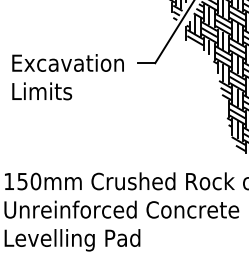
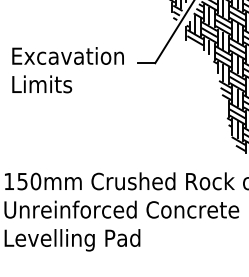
text at (67, 77) position: (67, 77) -> (67, 70)
